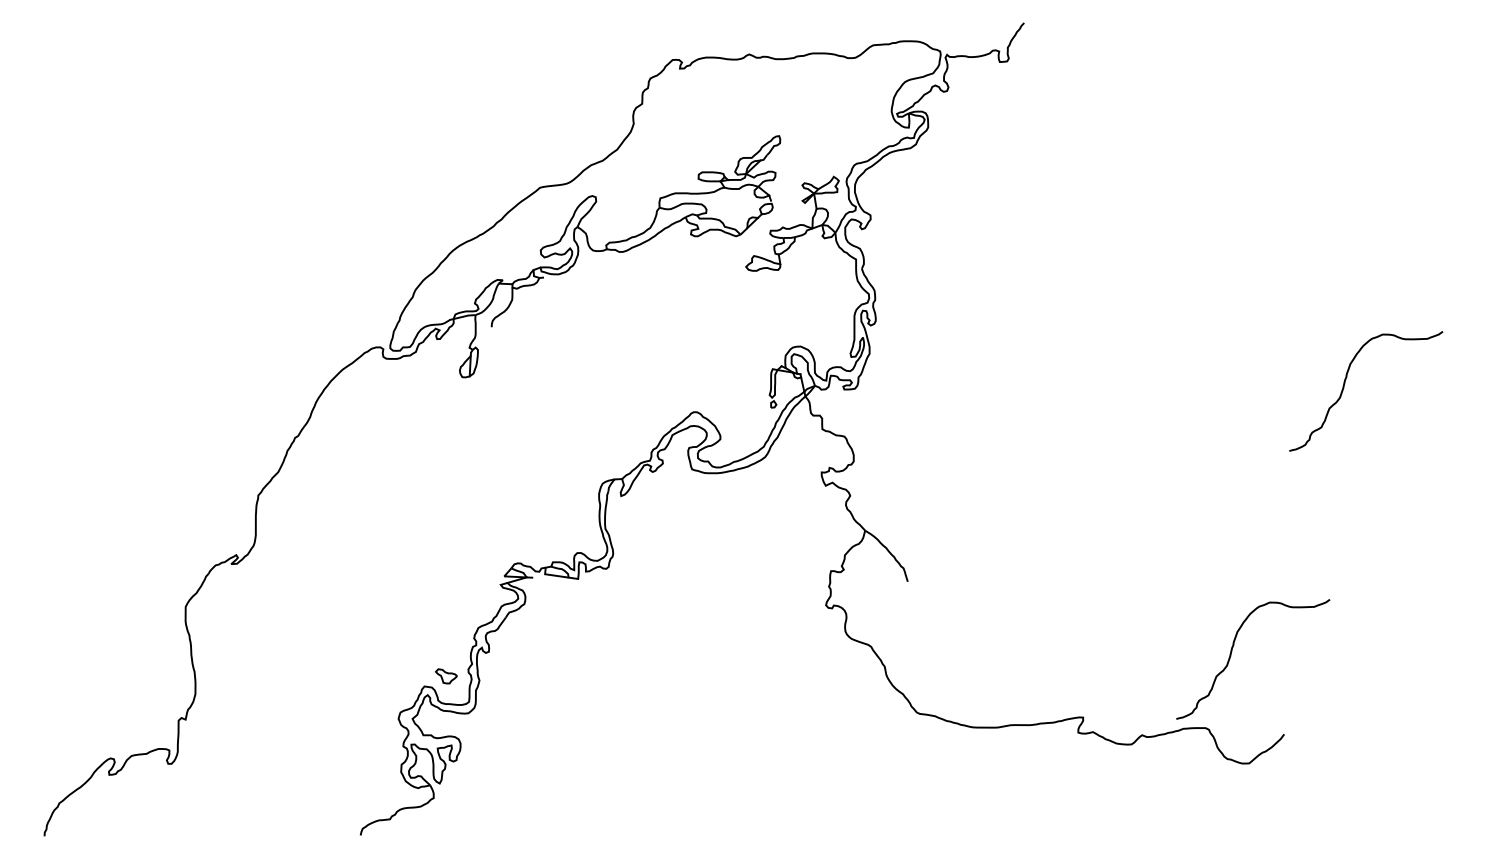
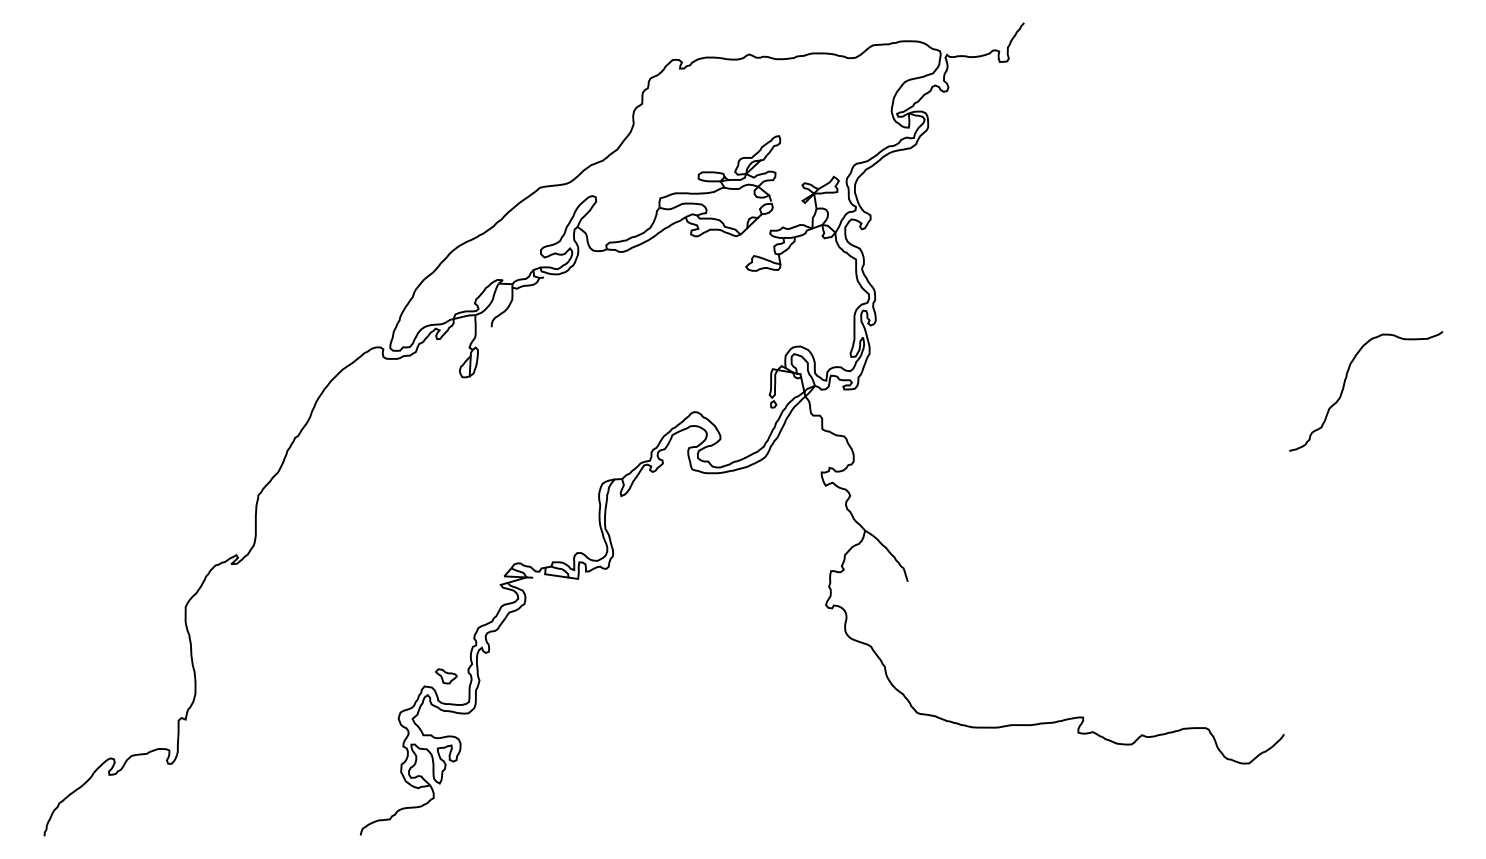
curve at (1231, 656): present -> none
